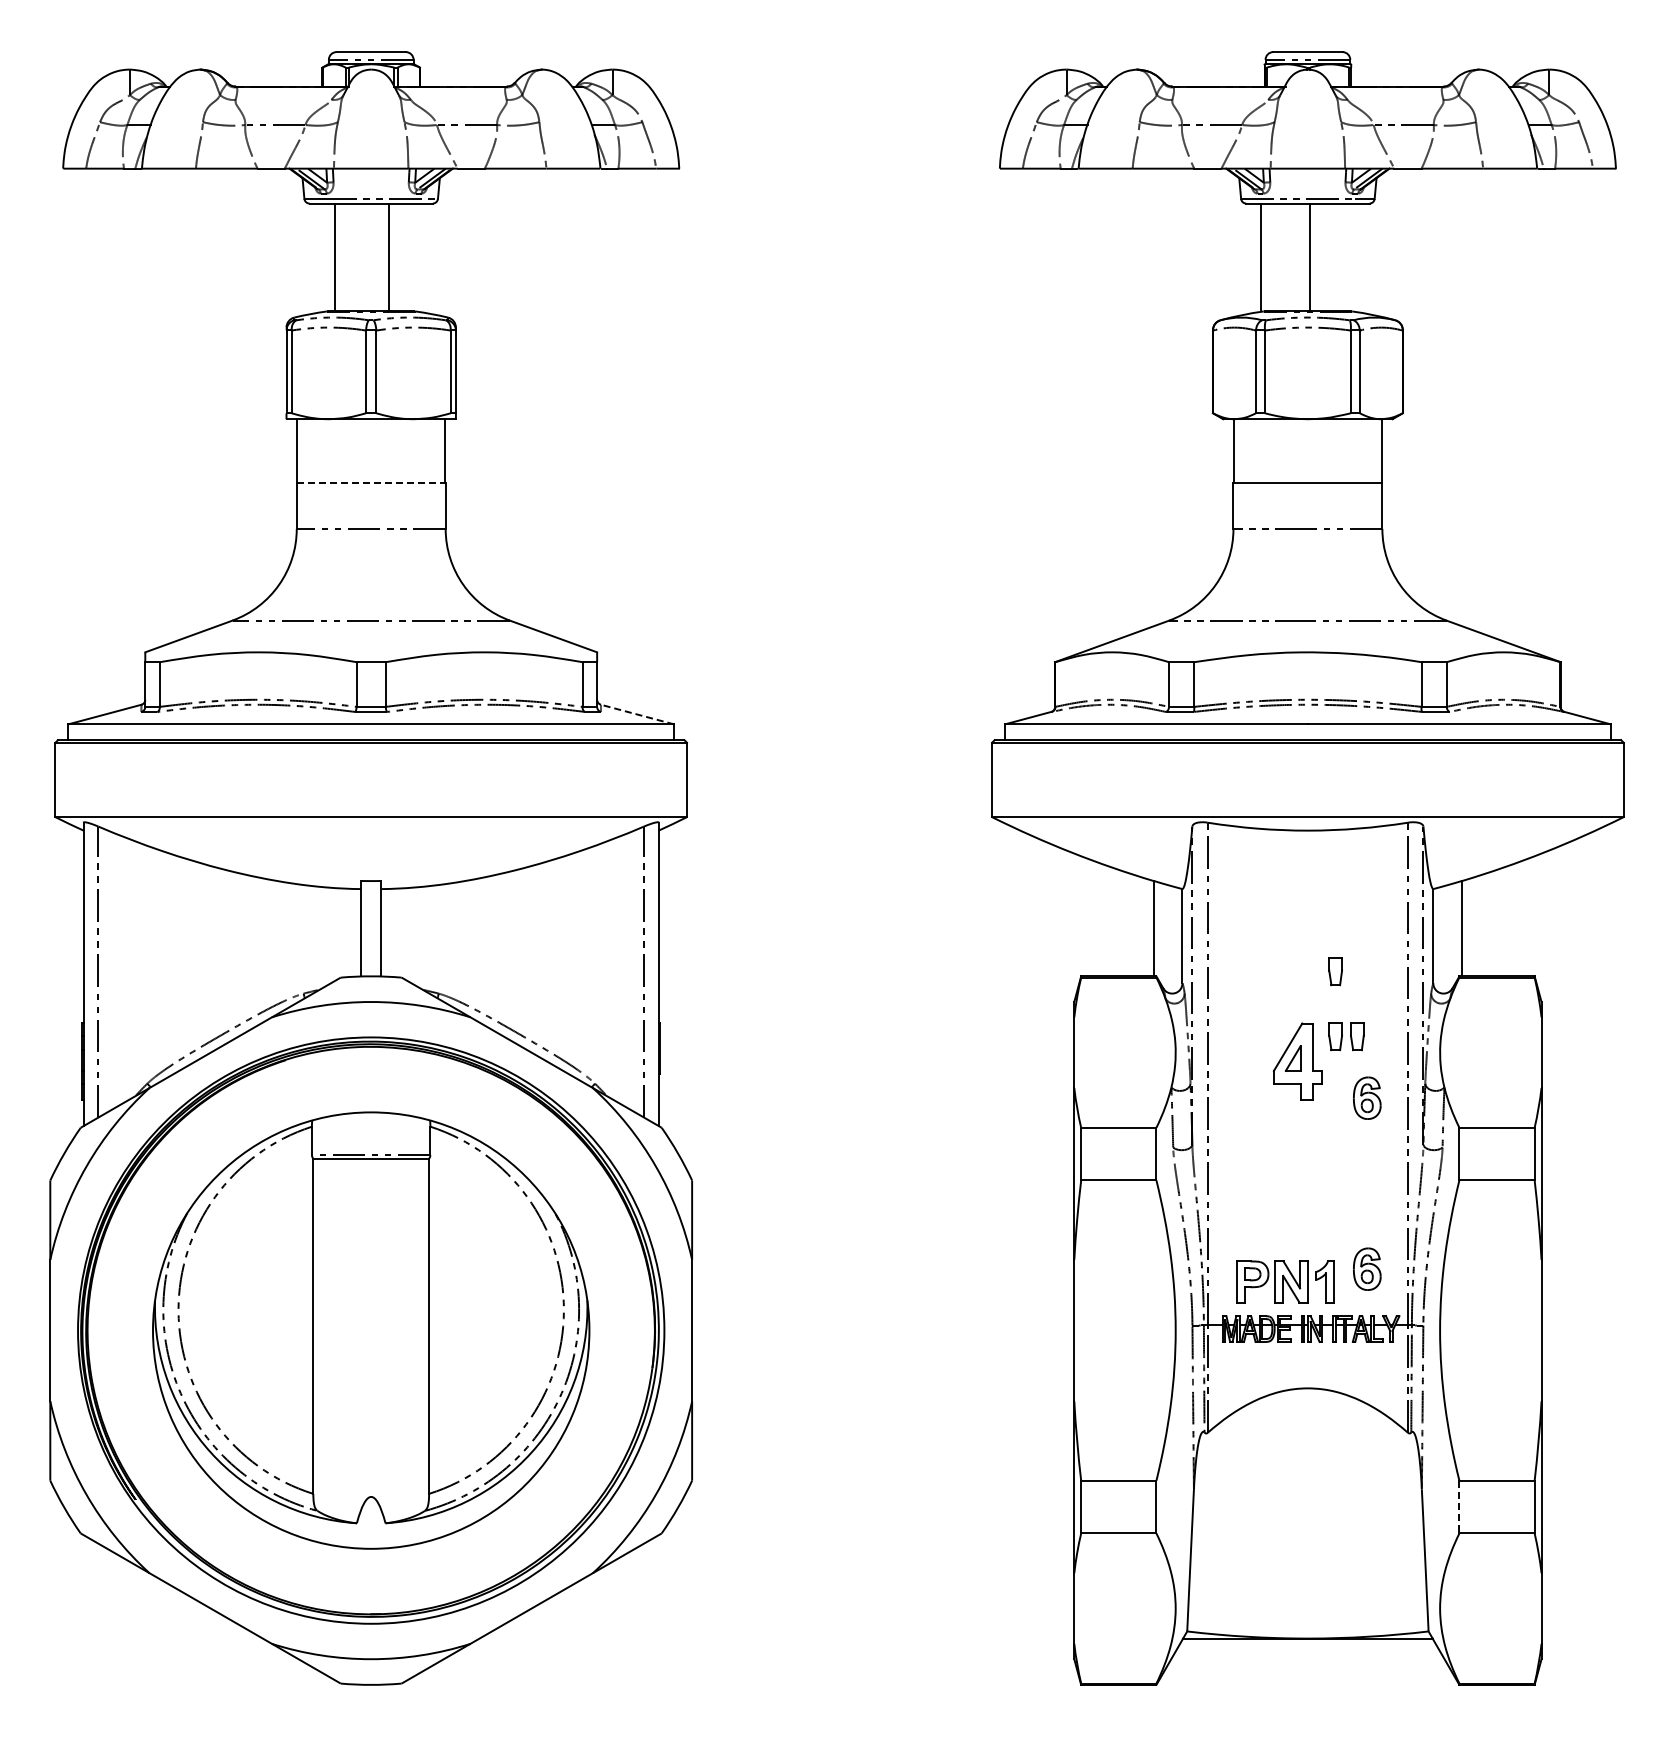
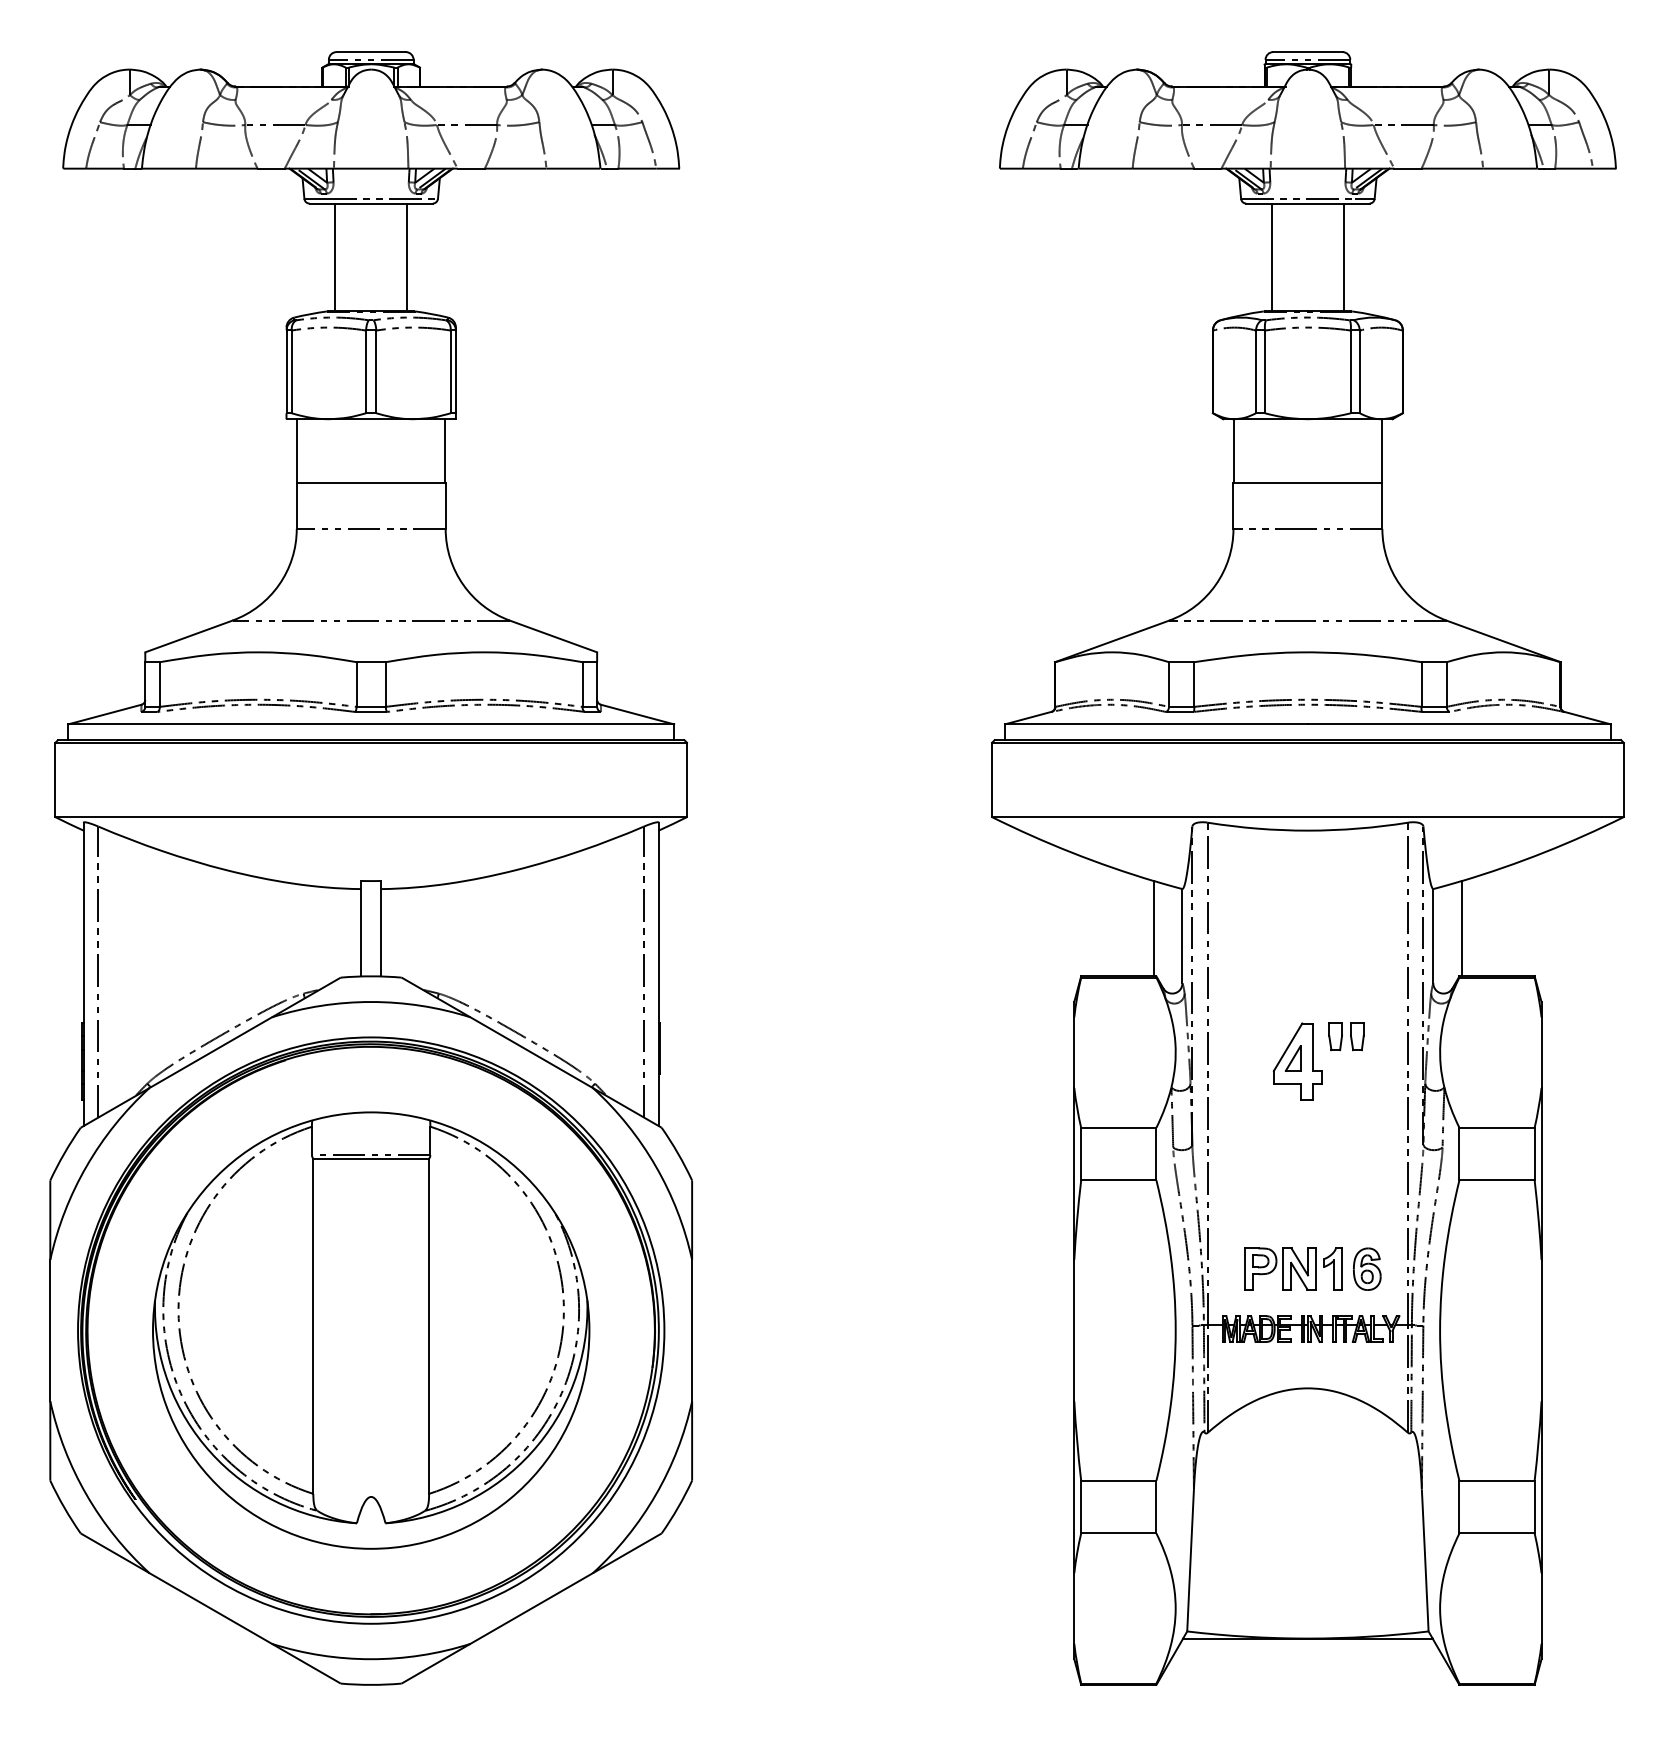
line at (389, 257) position: (389, 257) -> (407, 257)
line at (1260, 257) position: (1260, 257) -> (1271, 257)
line at (1309, 257) position: (1309, 257) -> (1343, 257)
line at (371, 483): dashed -> solid
line at (637, 714): dashed -> solid
part at (1335, 971): present -> none
part at (1367, 1097): present -> none
part at (1285, 1281) position: (1285, 1281) -> (1293, 1268)
line at (1459, 1507): dashed -> solid
